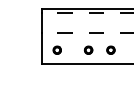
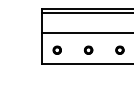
line at (87, 13): dashed -> solid
line at (87, 32): dashed -> solid
part at (110, 49) position: (110, 49) -> (119, 49)
